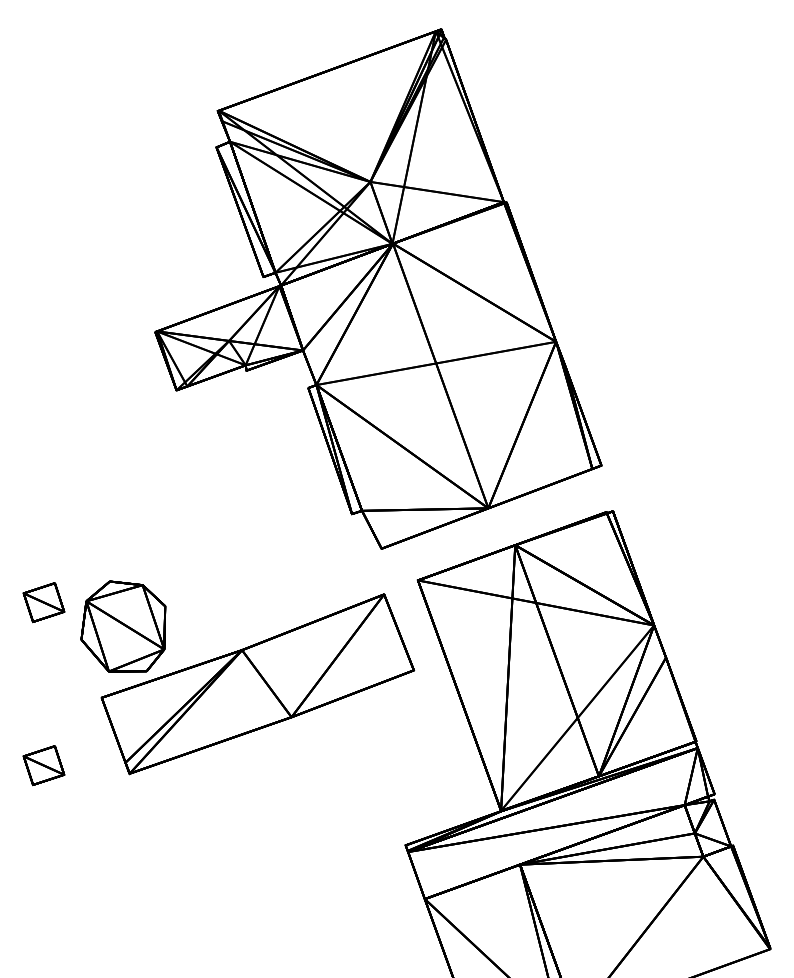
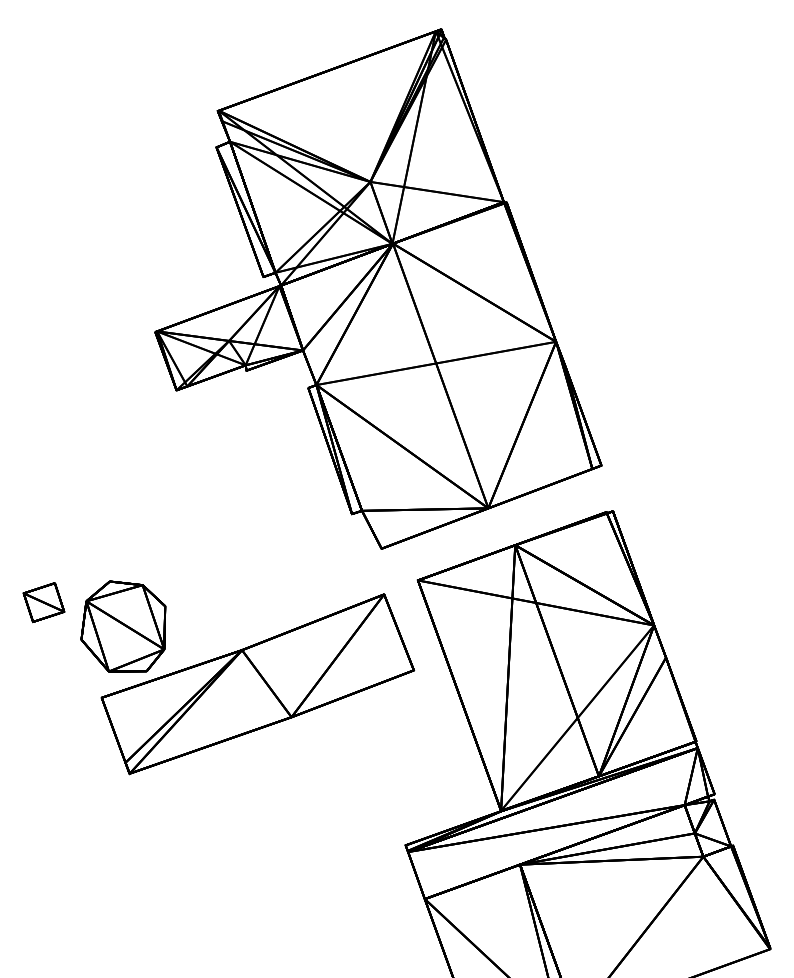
part at (43, 765): present -> none
